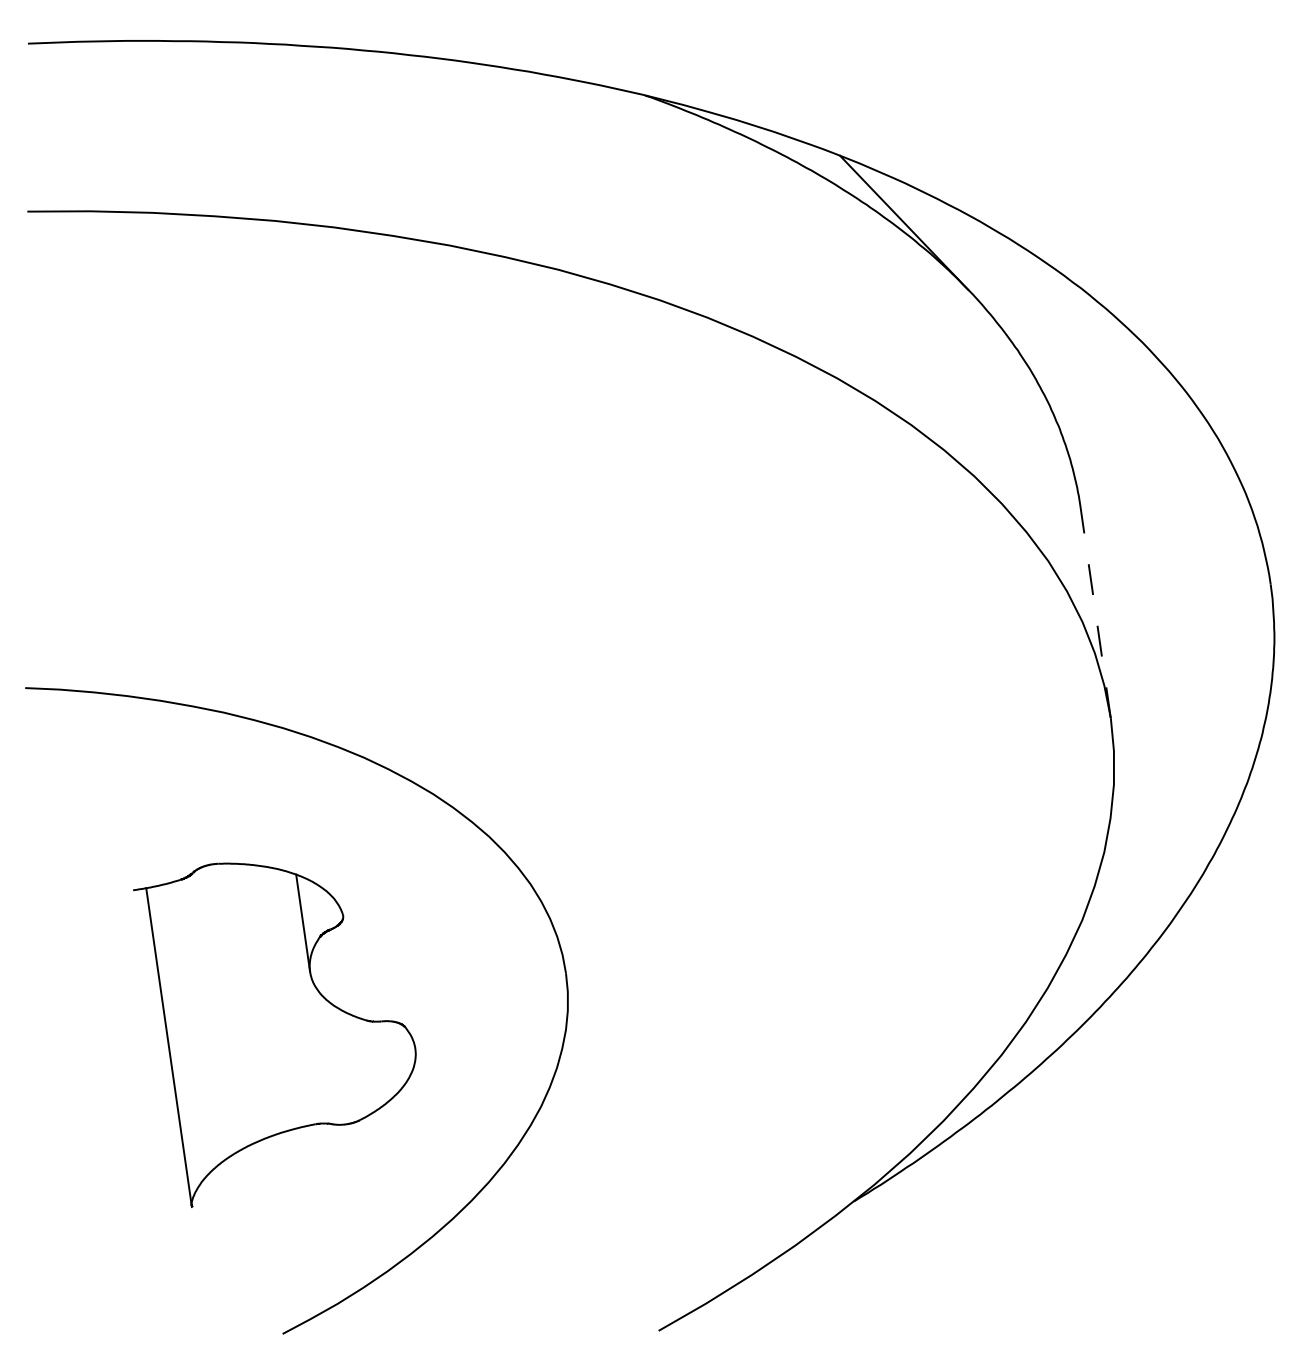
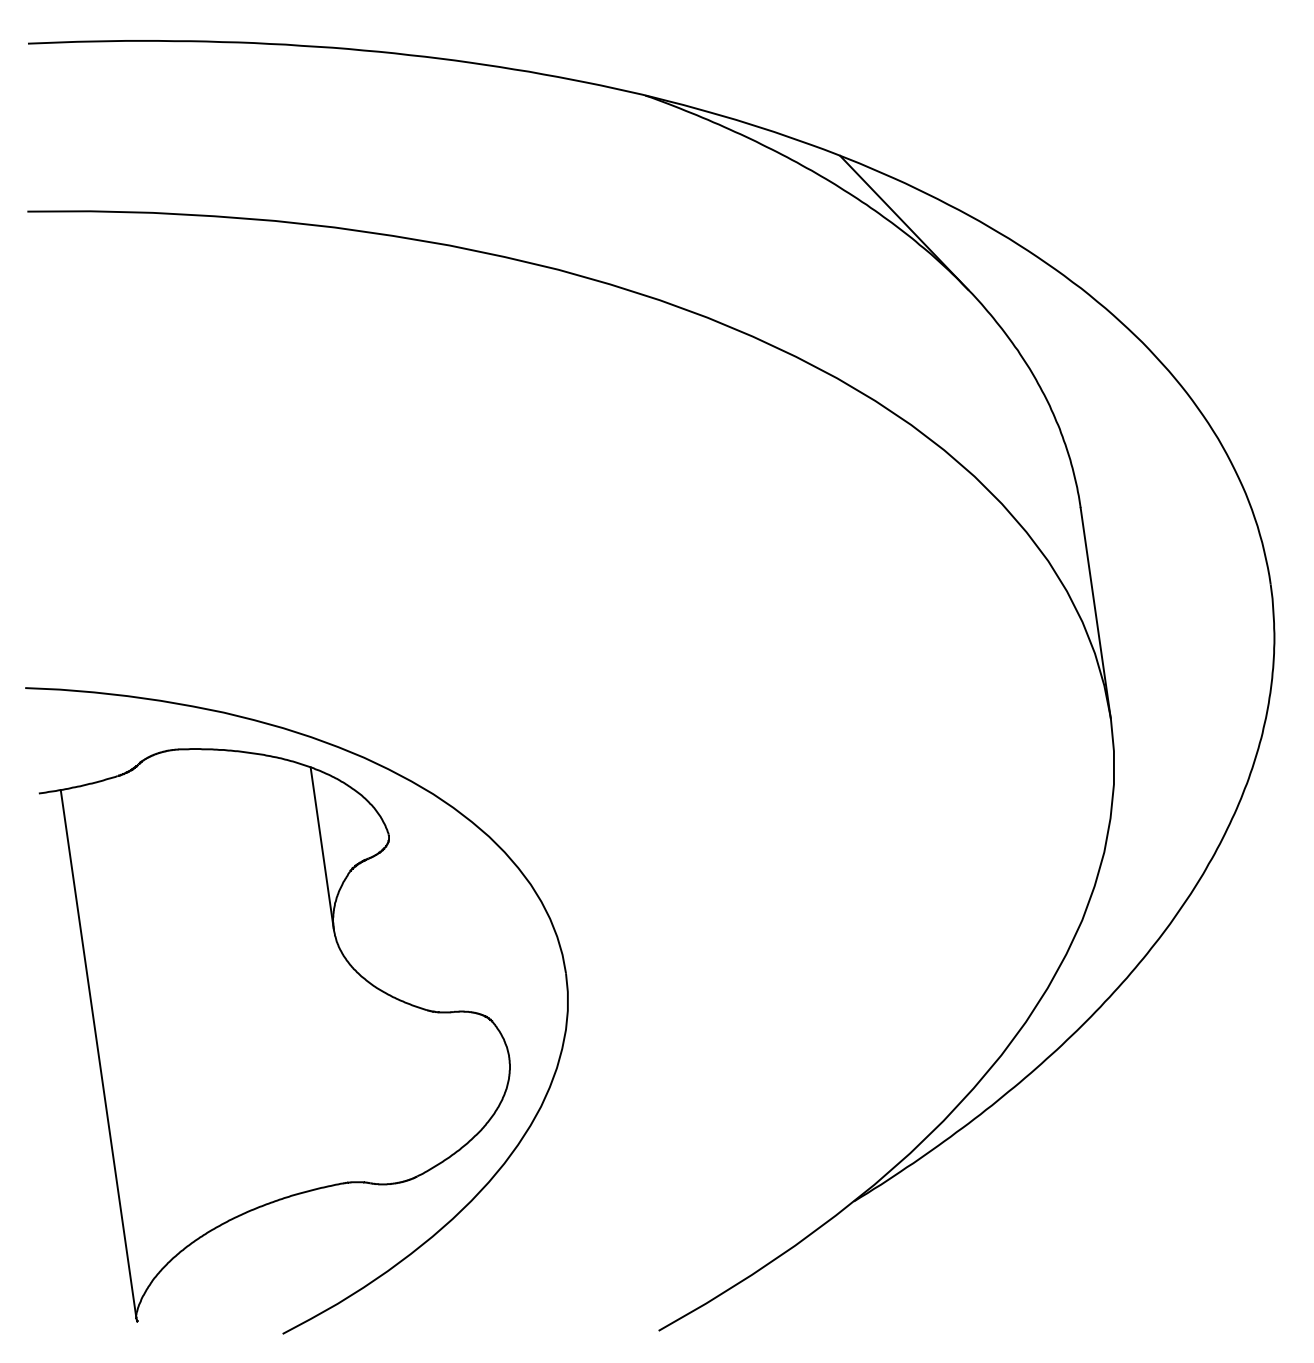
line at (1095, 612): dashed -> solid
part at (274, 1034) size: 284x346 px -> 473x575 px
